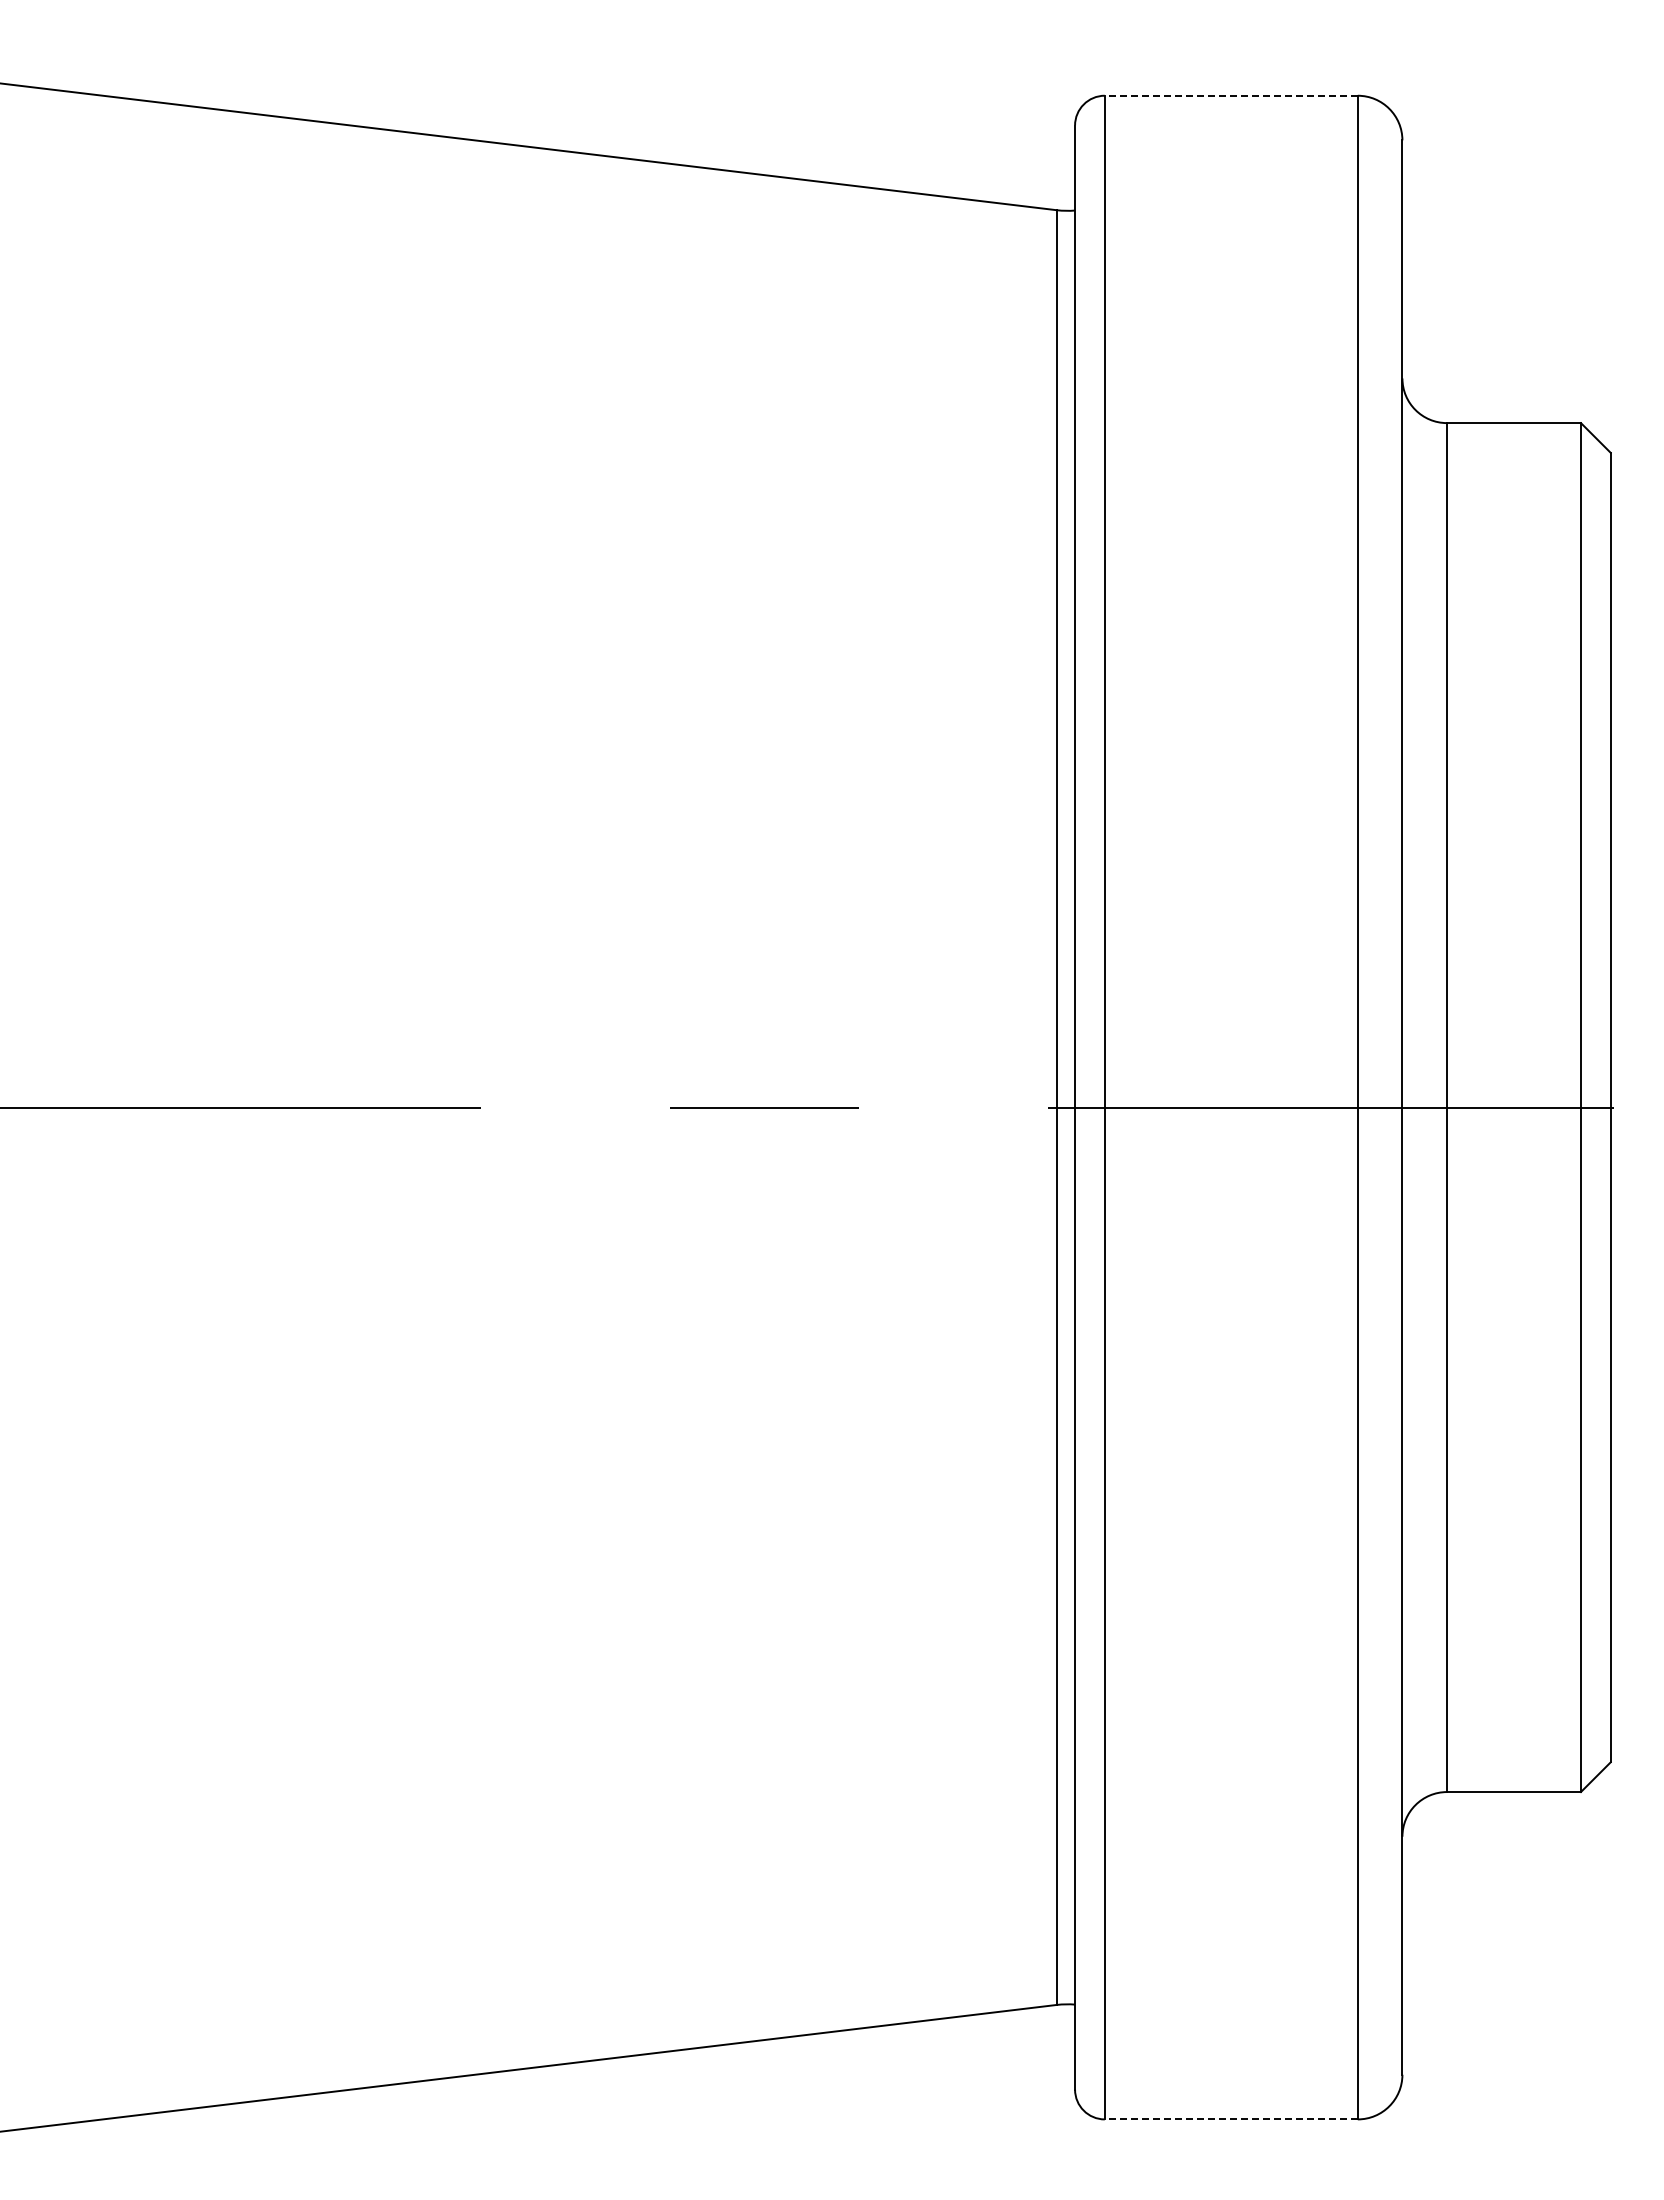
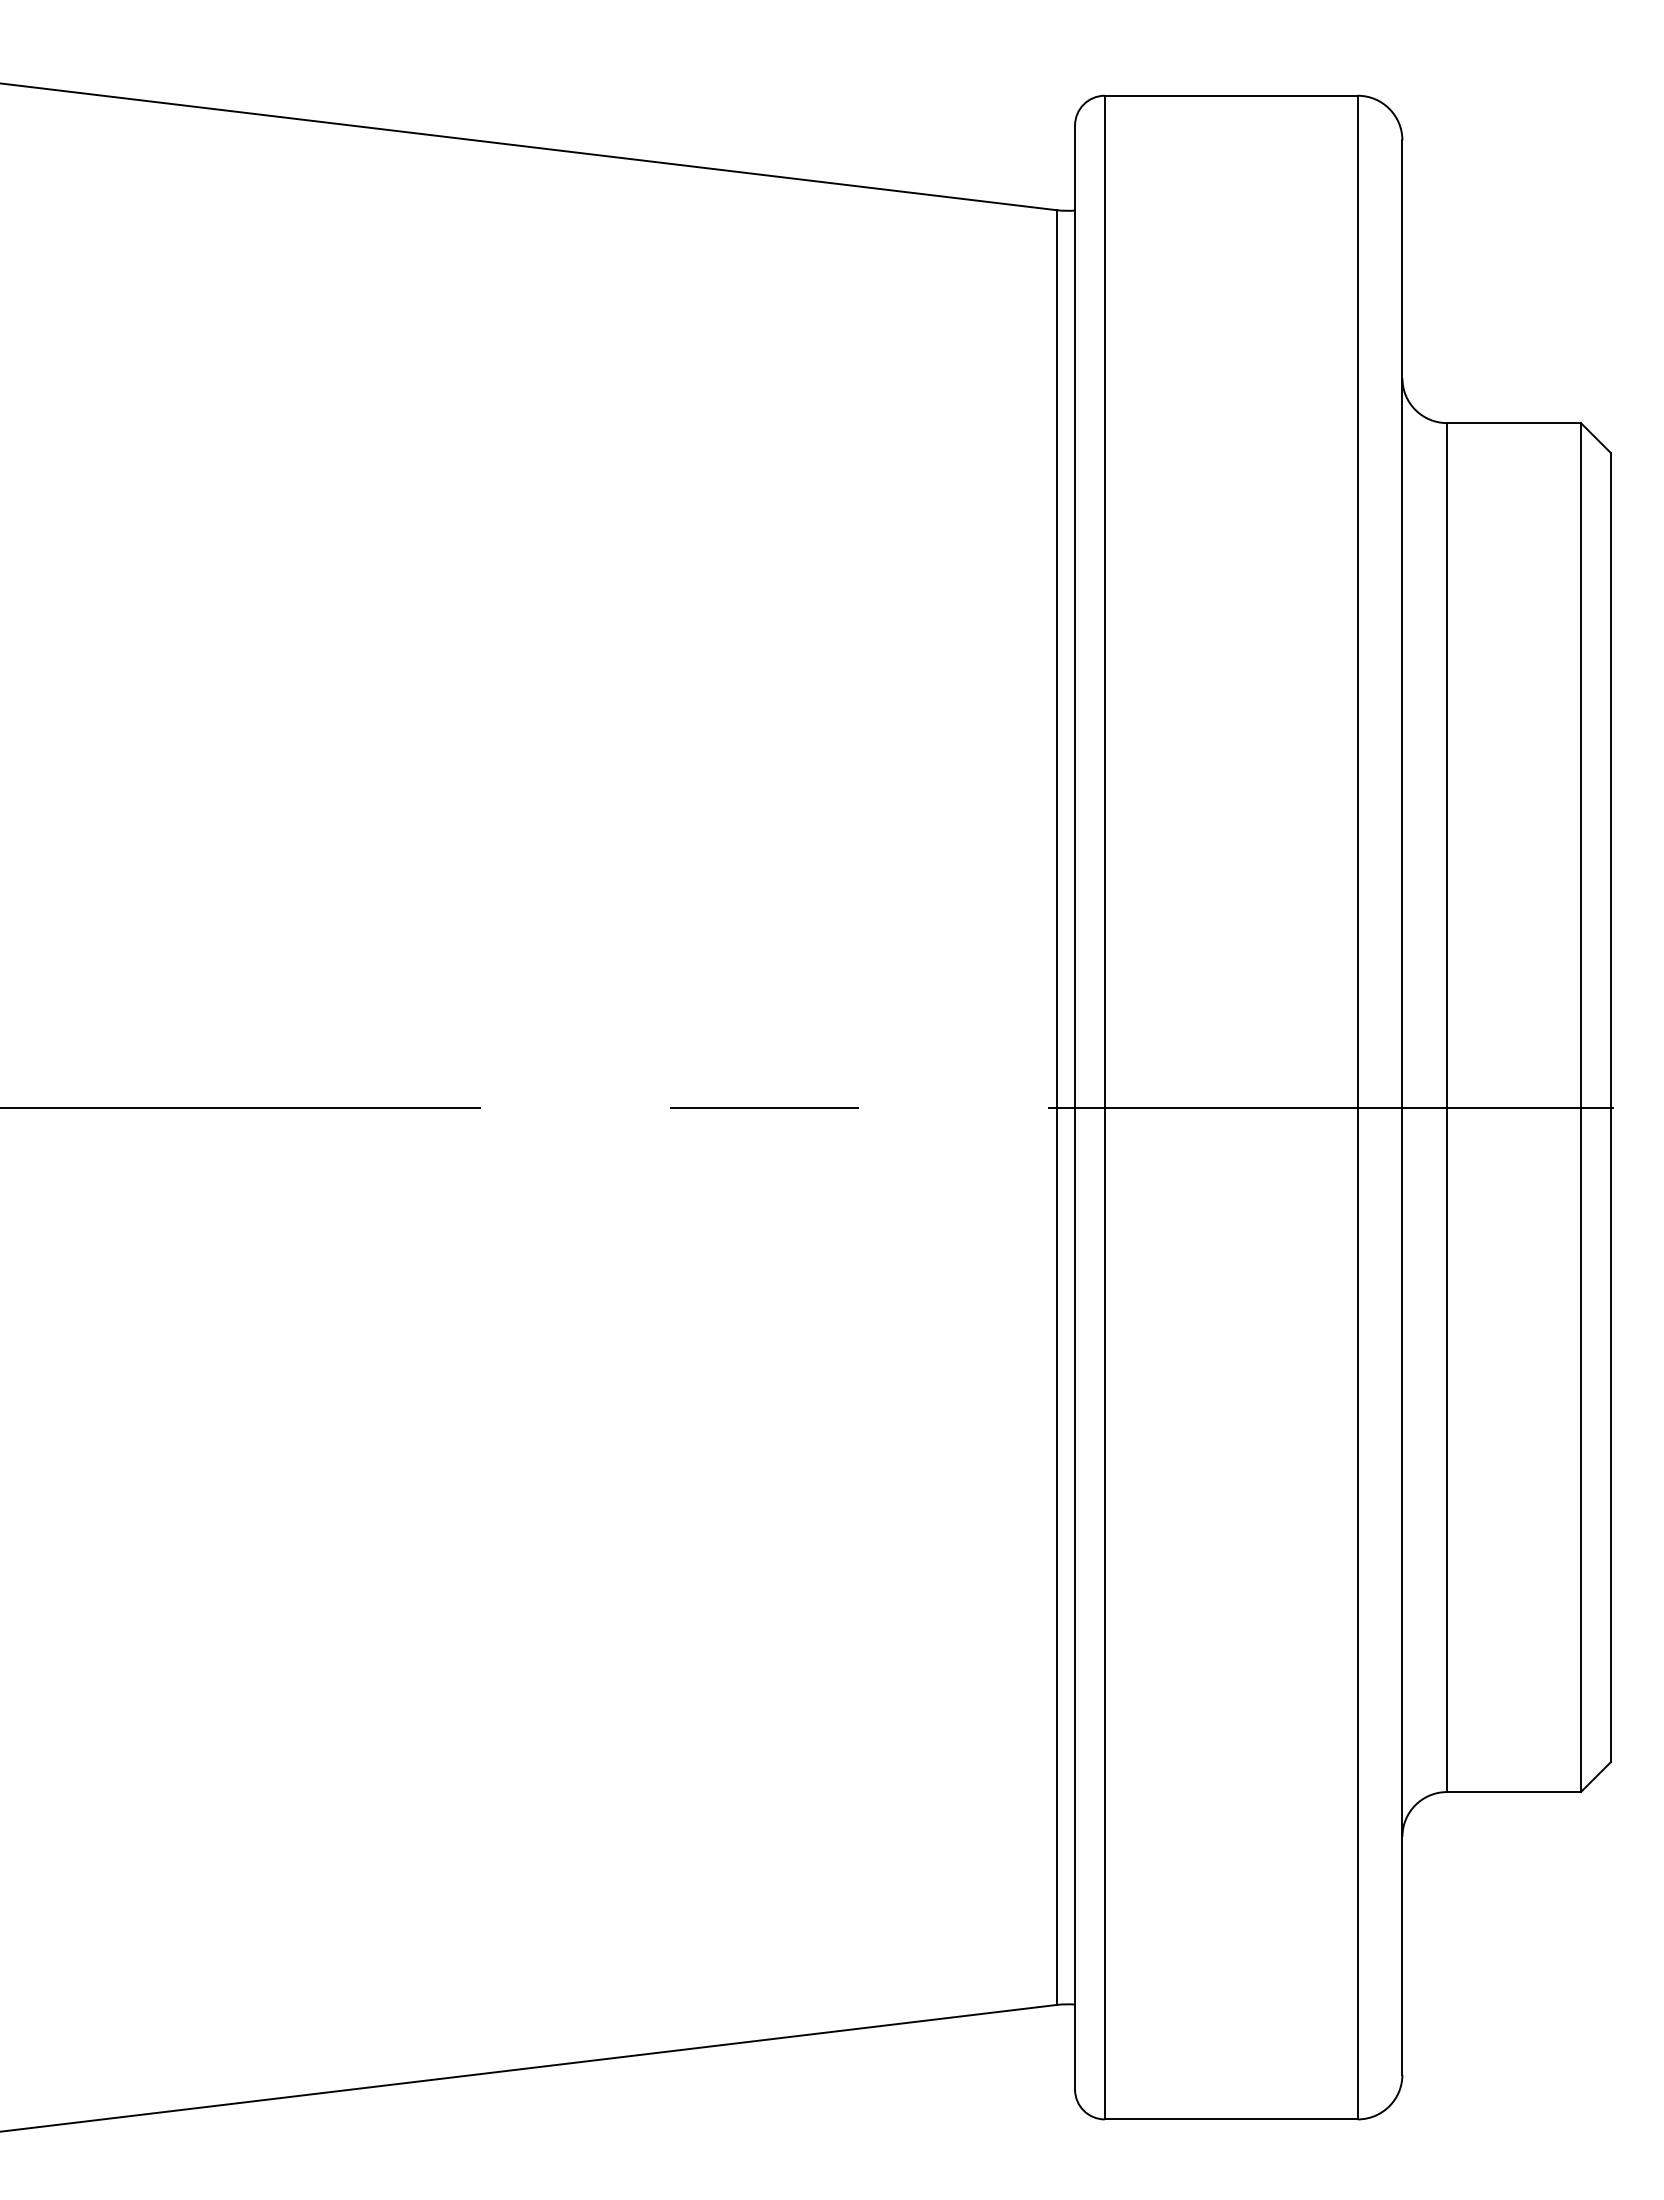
line at (1230, 95): dashed -> solid
line at (1230, 2119): dashed -> solid
